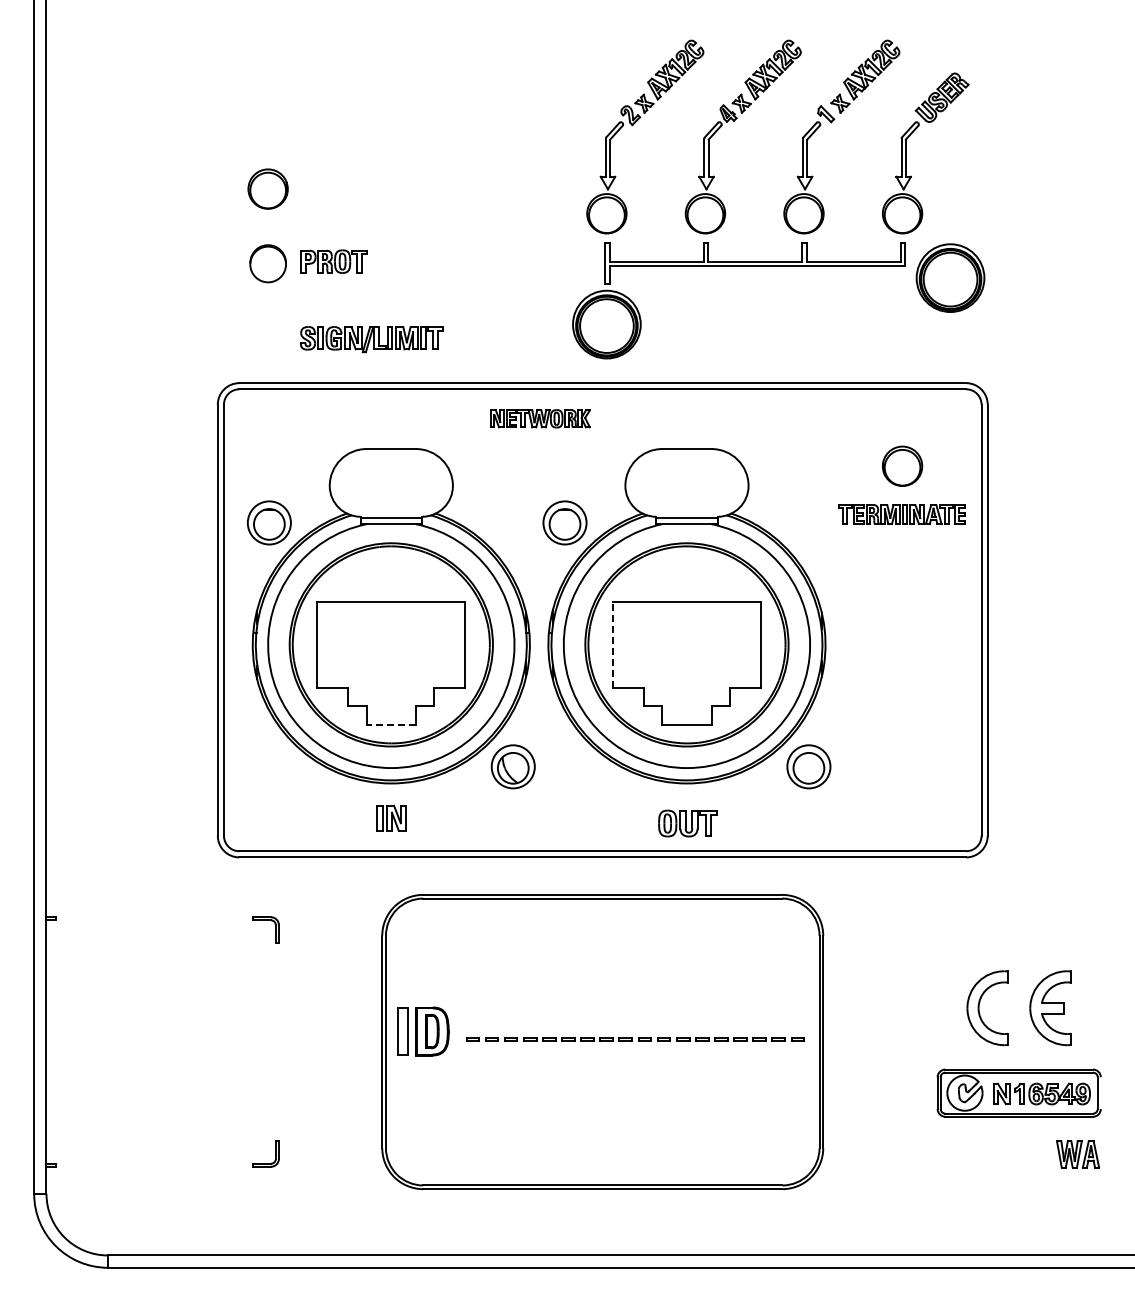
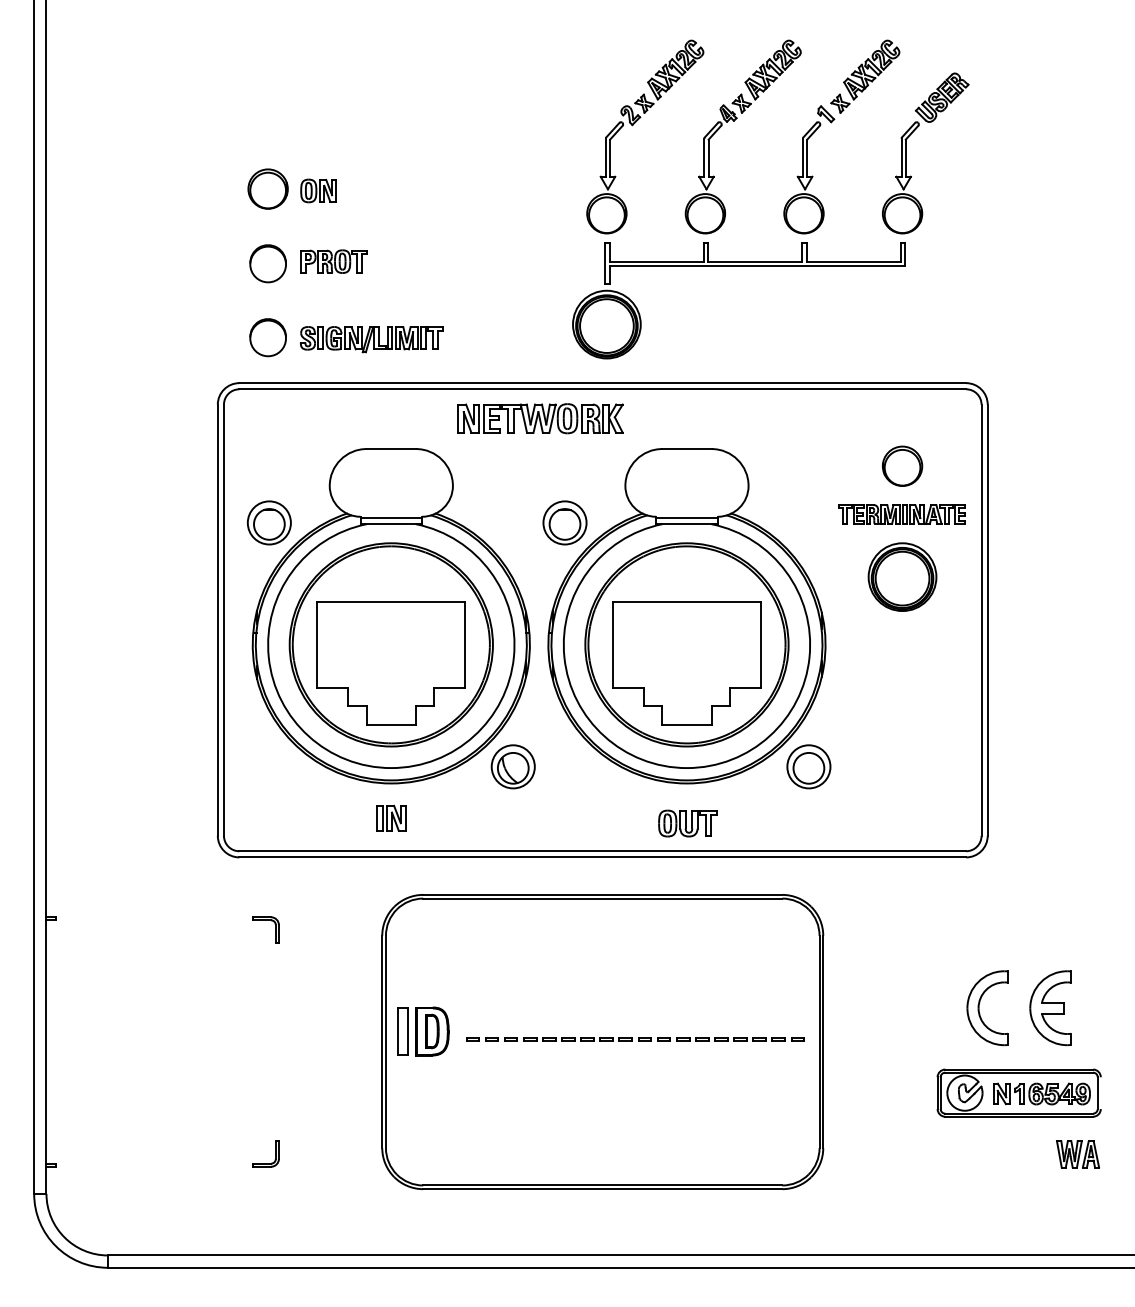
part at (318, 190): none -> present
part at (950, 277) position: (950, 277) -> (902, 576)
part at (267, 337): none -> present
part at (540, 418) size: 101x20 px -> 167x32 px
line at (613, 644): dashed -> solid
line at (391, 724): dashed -> solid
